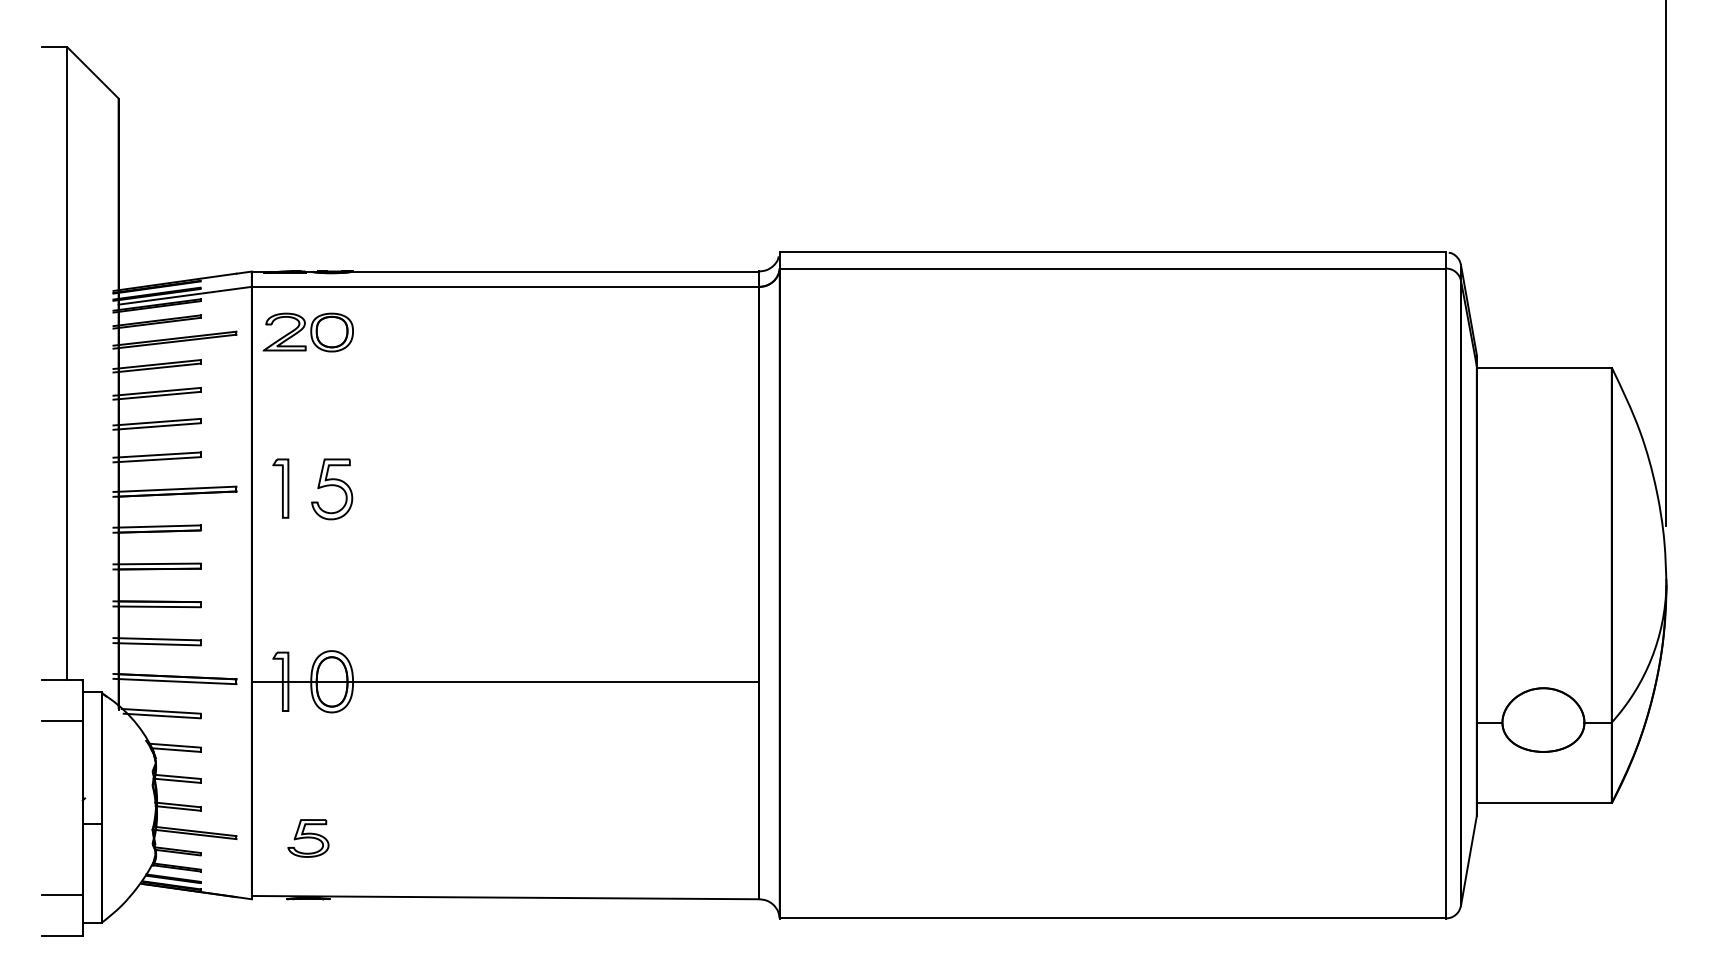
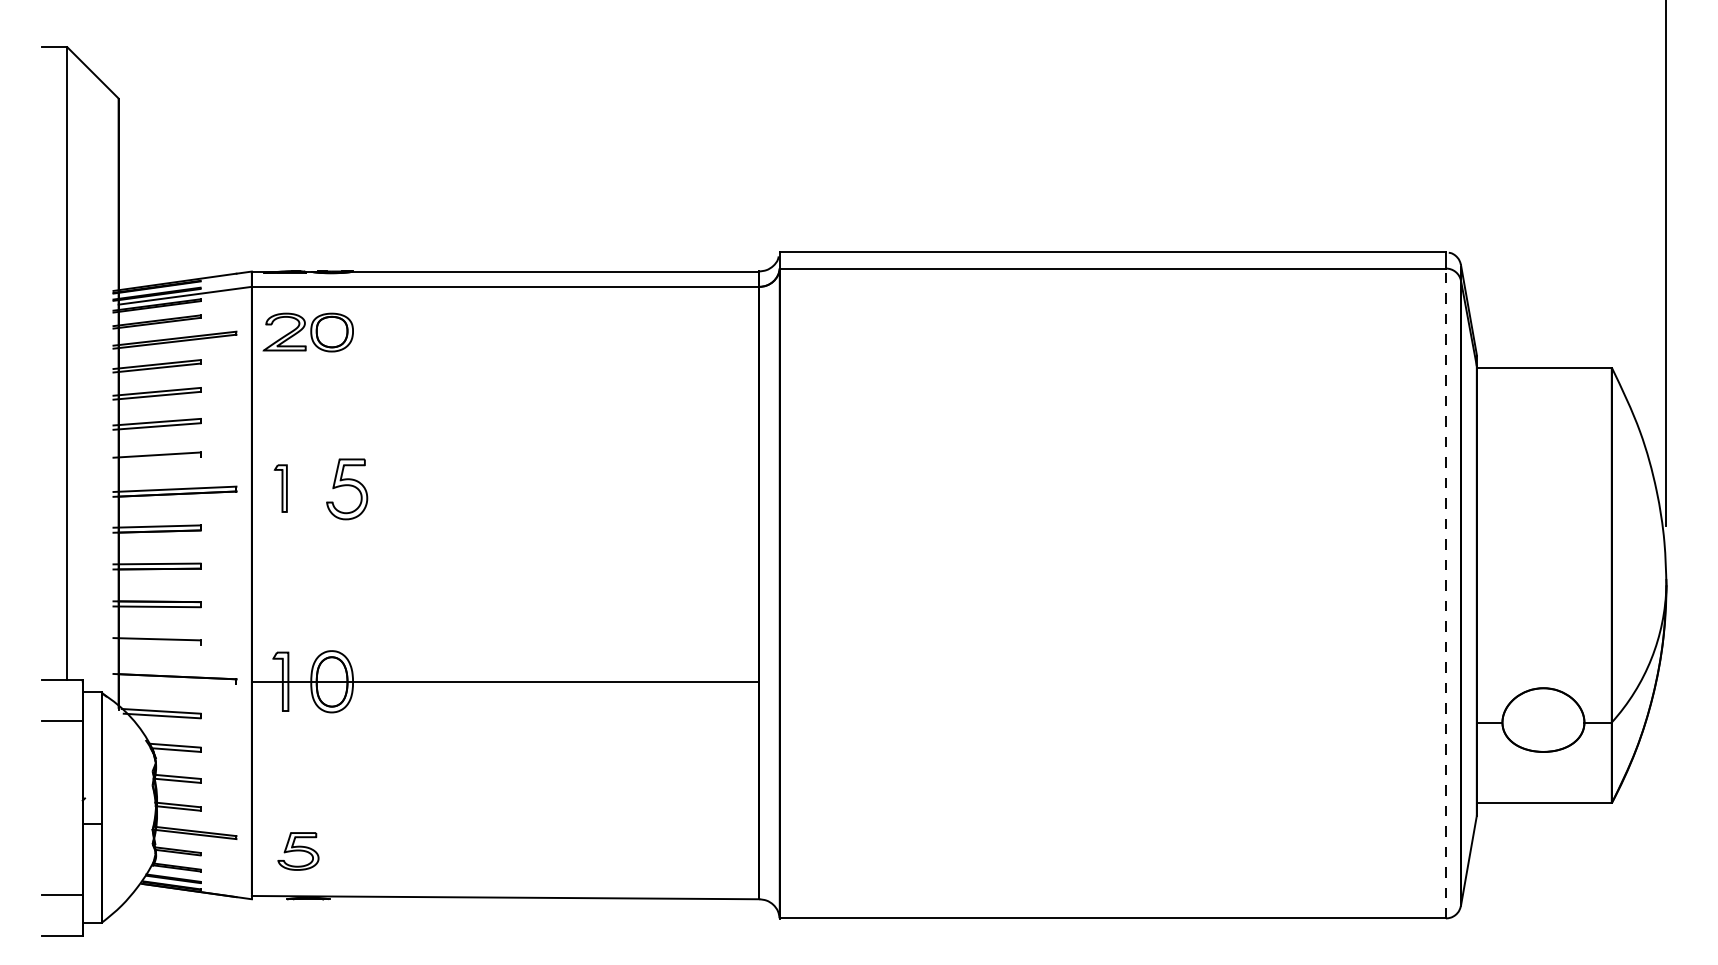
line at (156, 459): present -> none
part at (280, 488) size: 18x61 px -> 15x49 px
part at (332, 489) position: (332, 489) -> (347, 489)
line at (1445, 593): solid -> dashed
line at (156, 644): present -> none
line at (174, 681): present -> none
part at (308, 838) position: (308, 838) -> (298, 851)
